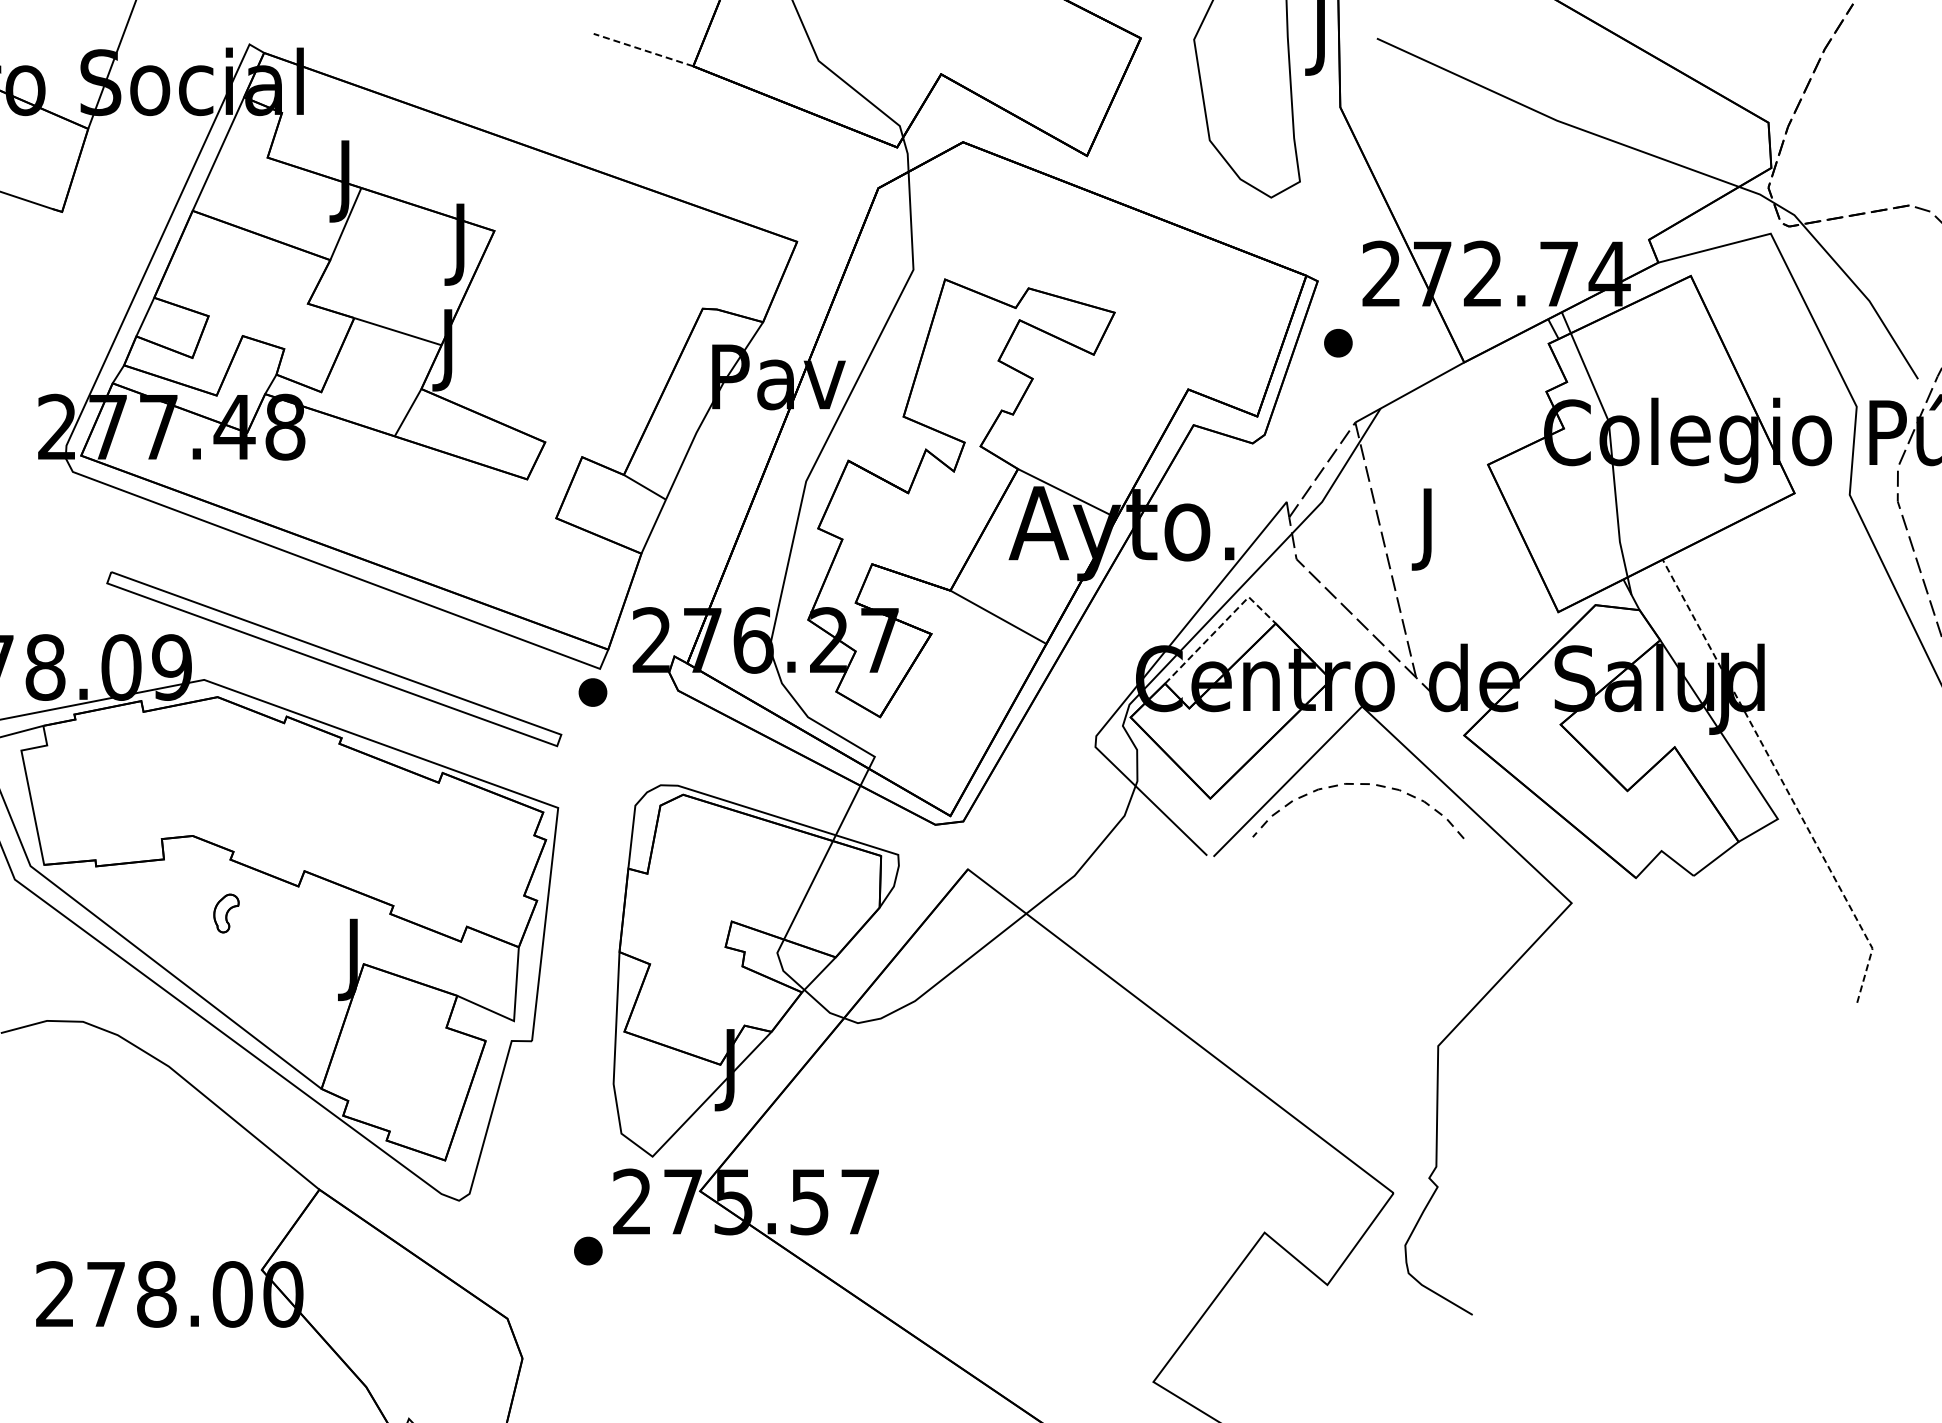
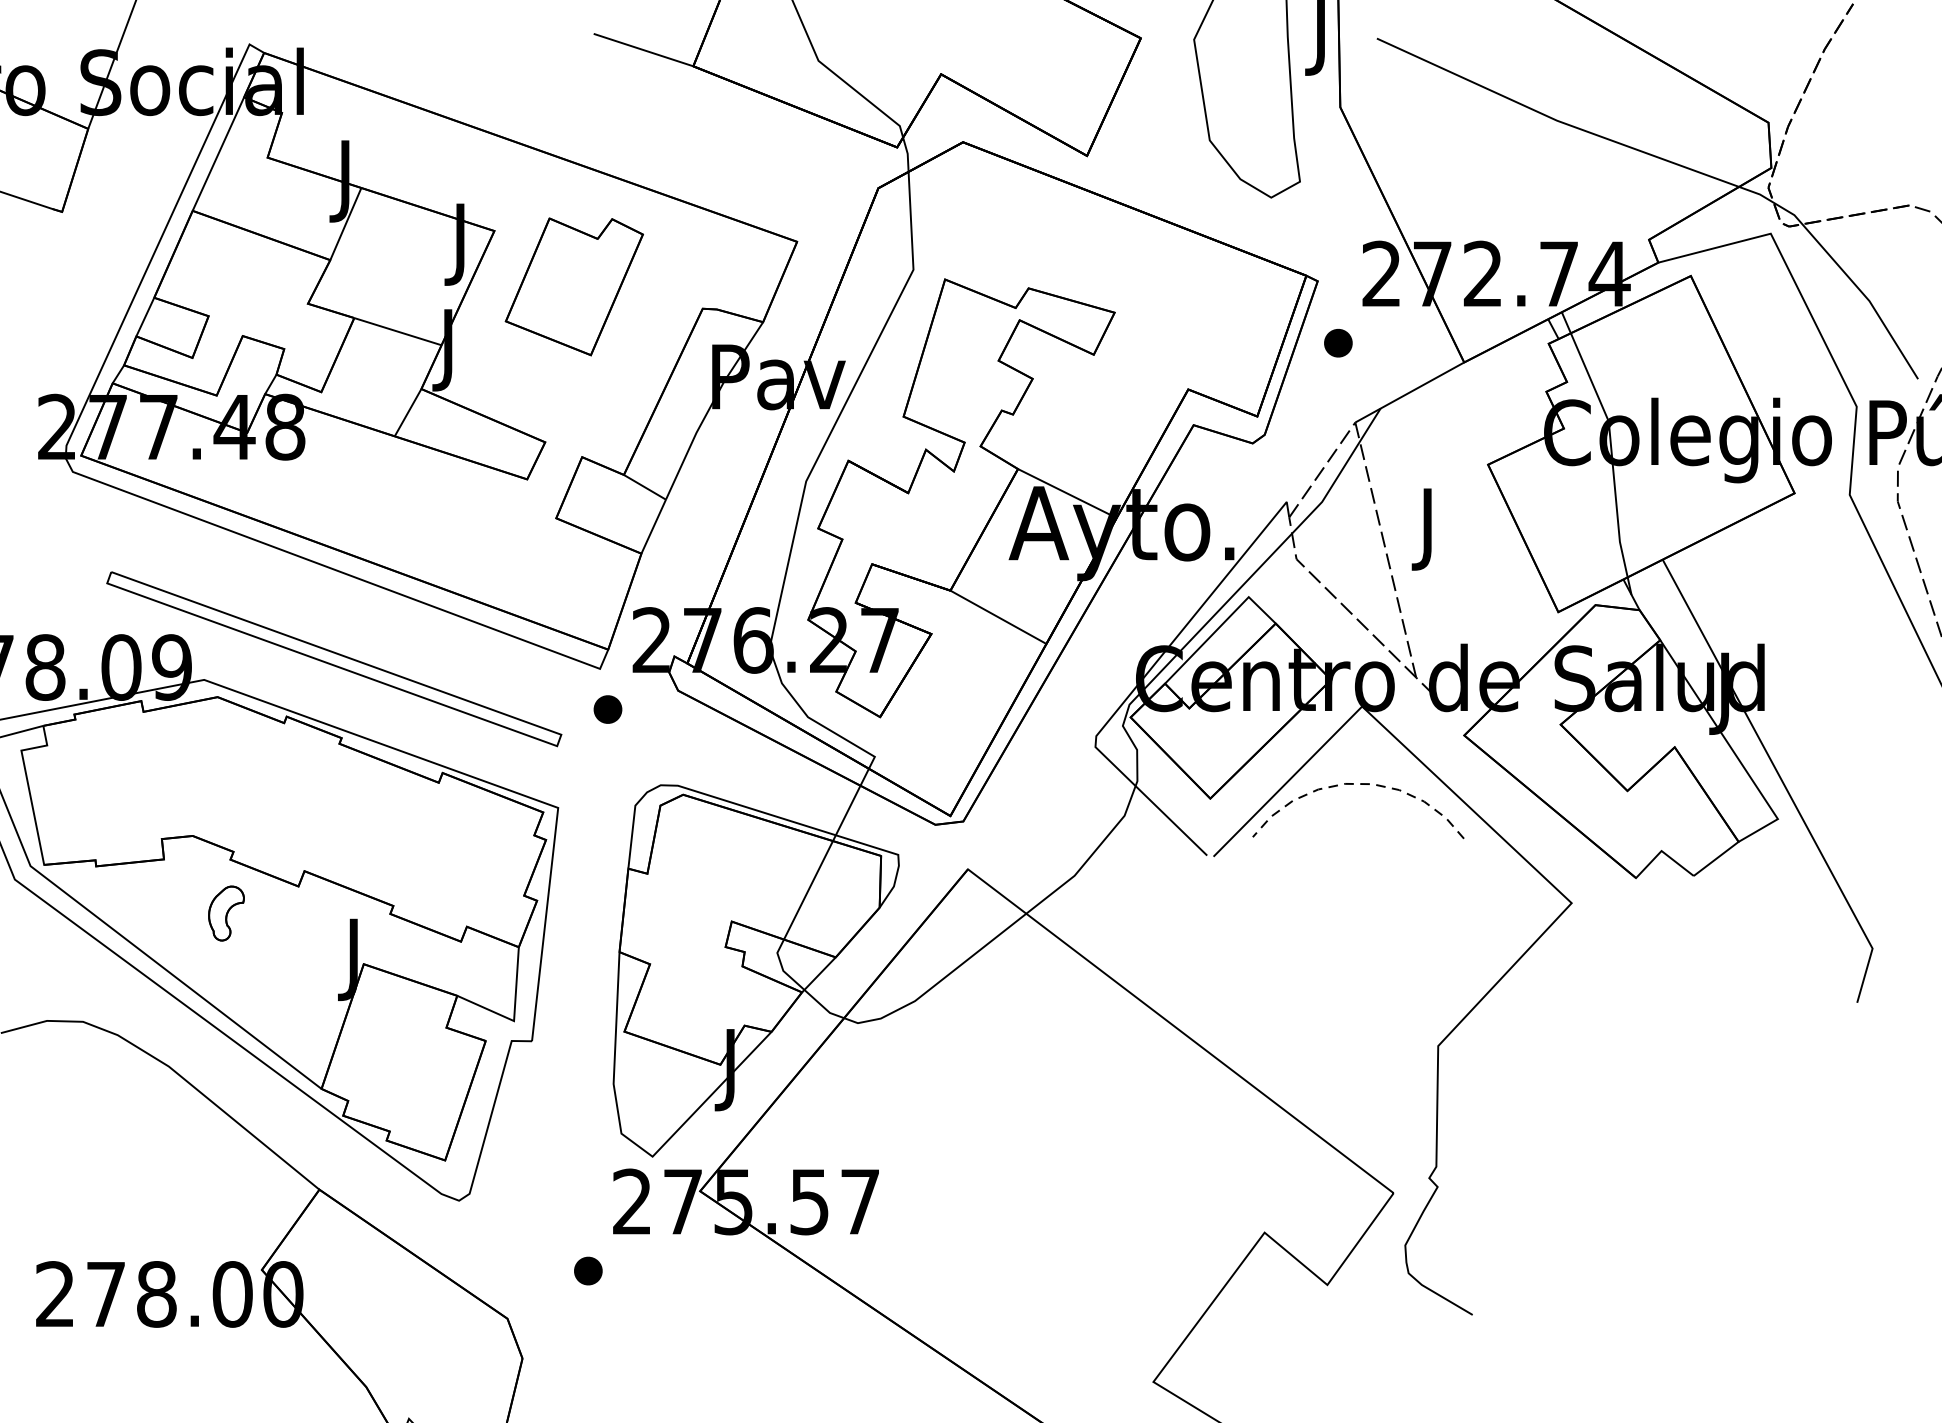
line at (643, 49): dashed -> solid
part at (573, 286): none -> present
line at (1220, 626): dashed -> solid
part at (592, 692) position: (592, 692) -> (607, 709)
line at (1781, 779): dashed -> solid
part at (226, 913) size: 27x41 px -> 37x57 px
part at (588, 1250) position: (588, 1250) -> (588, 1270)
